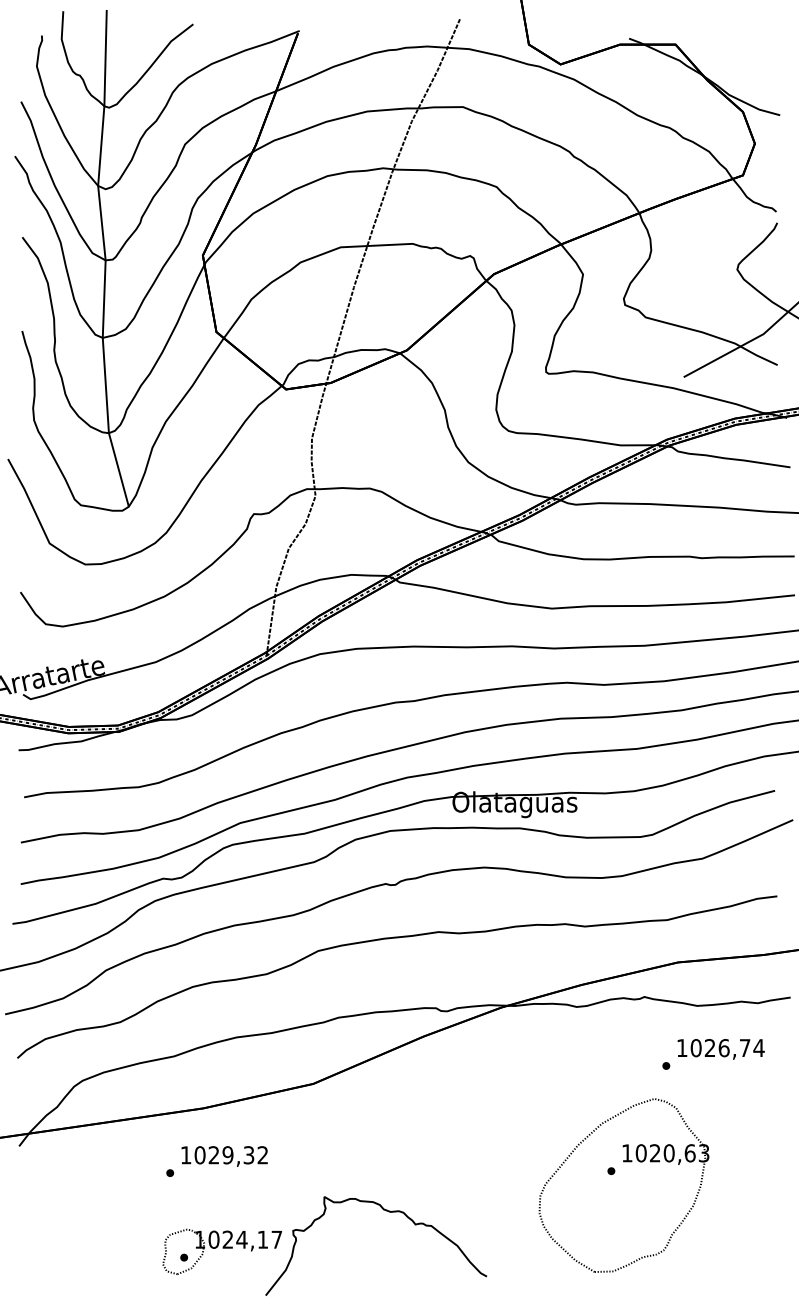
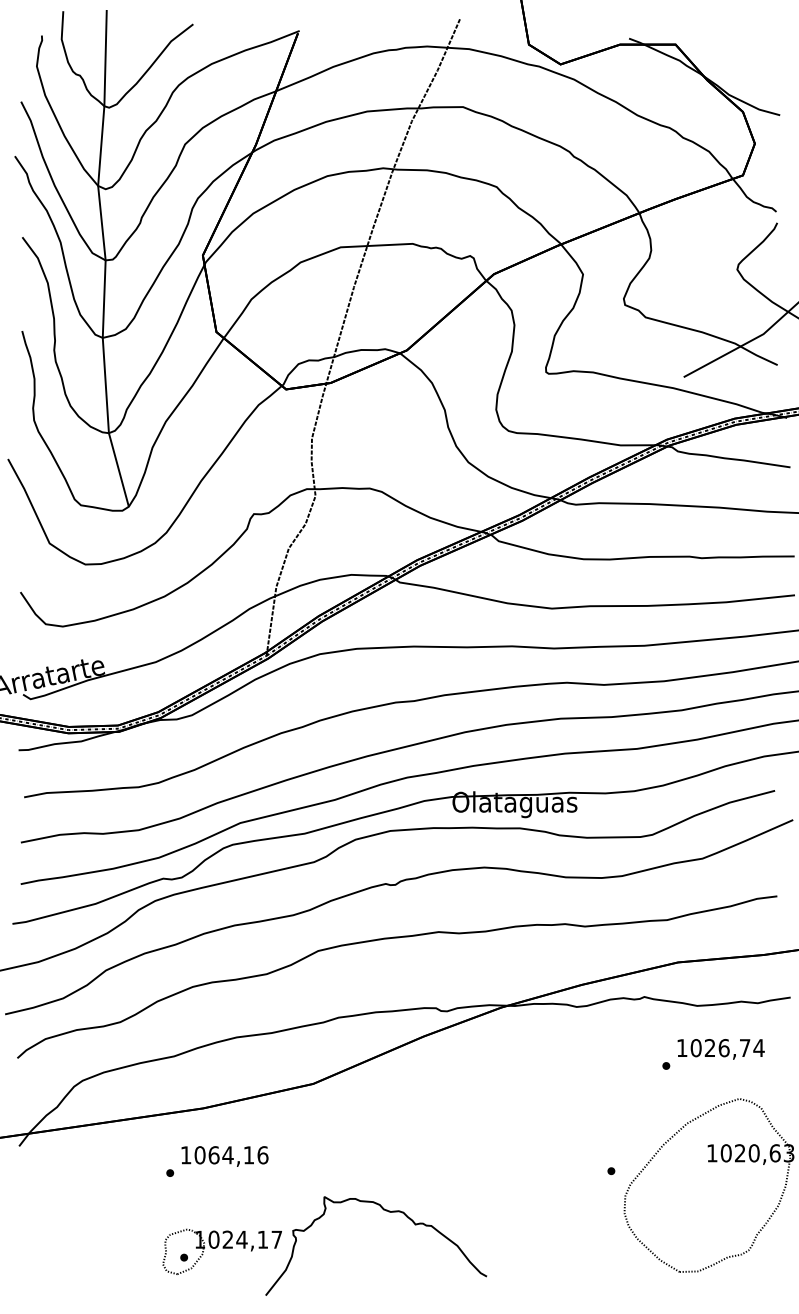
text at (238, 1155): 1029,32 -> 1064,16
part at (623, 1162) position: (623, 1162) -> (708, 1162)
